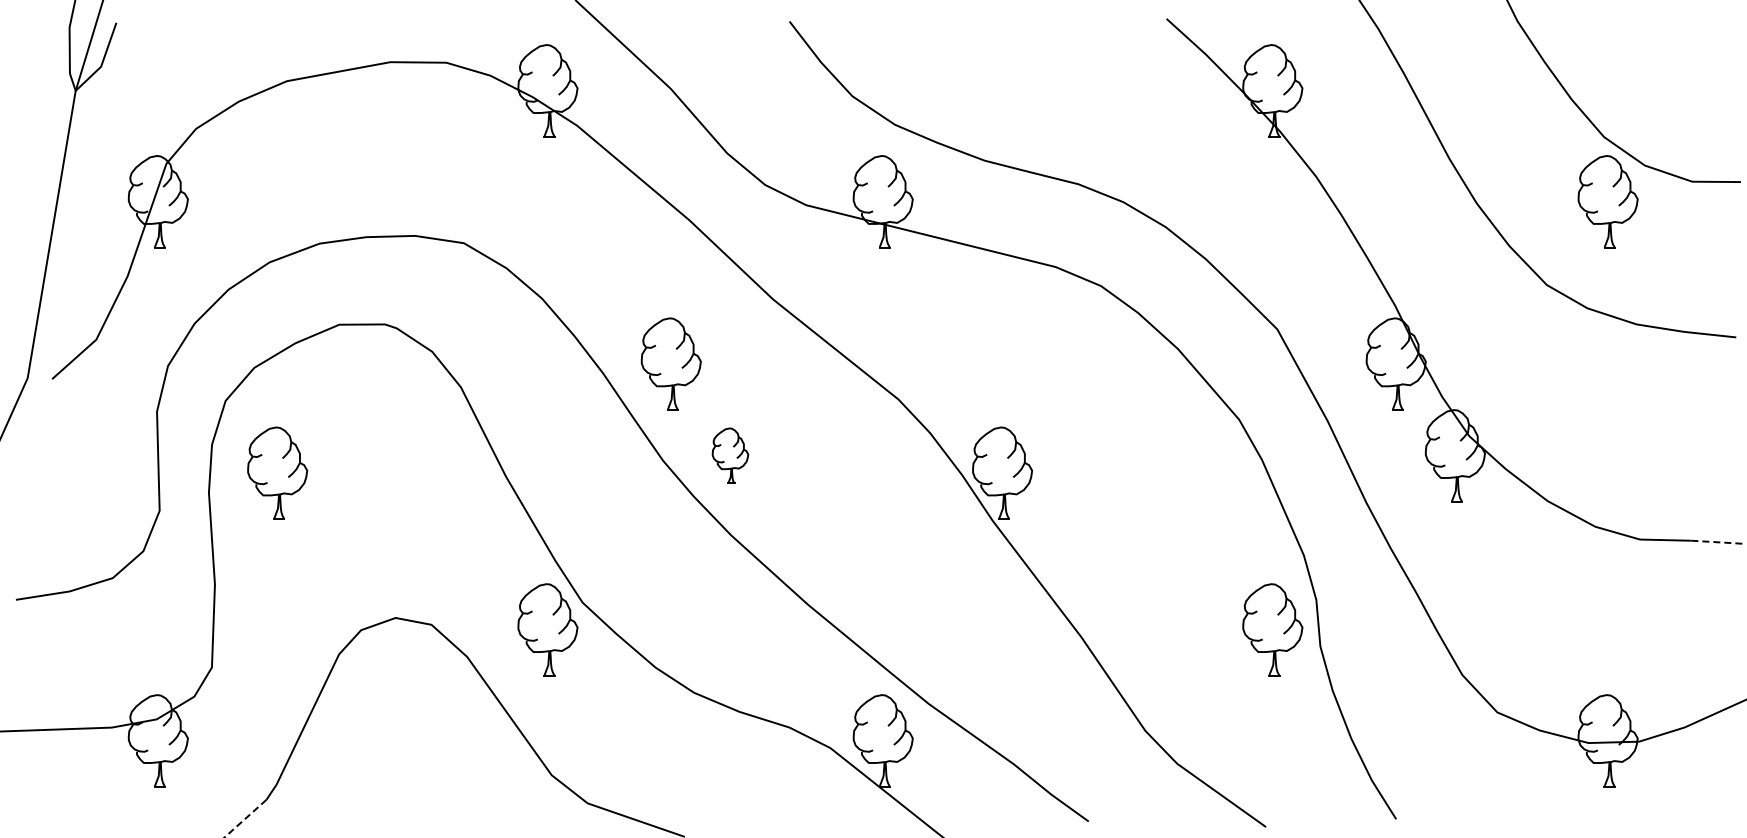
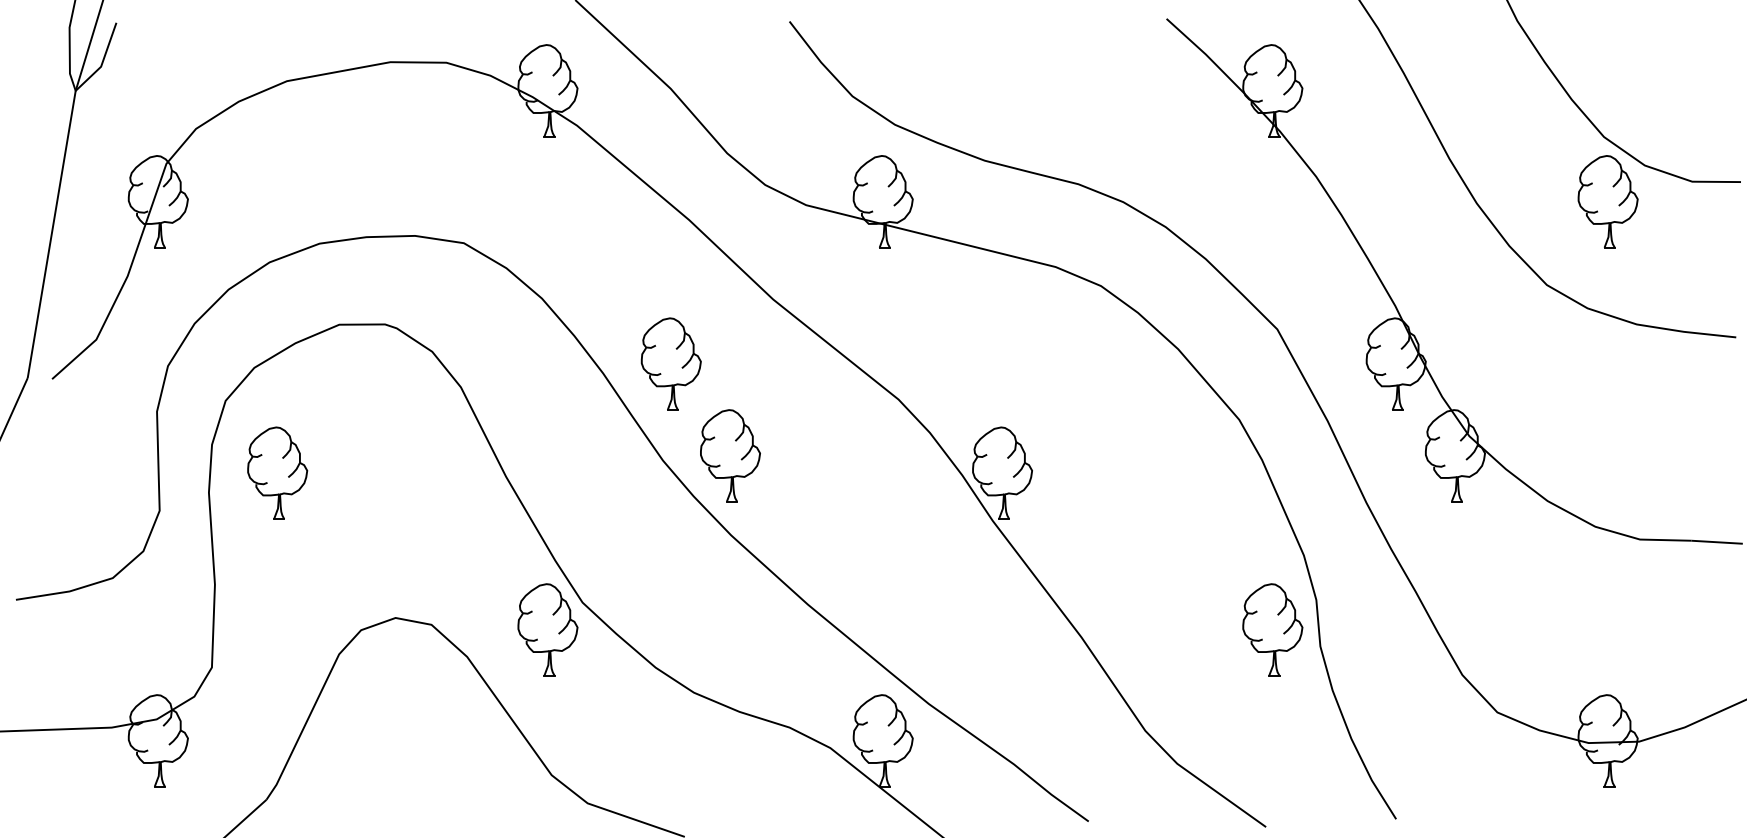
part at (730, 455) size: 39x57 px -> 61x94 px
line at (1717, 542): dashed -> solid
line at (245, 819): dashed -> solid
